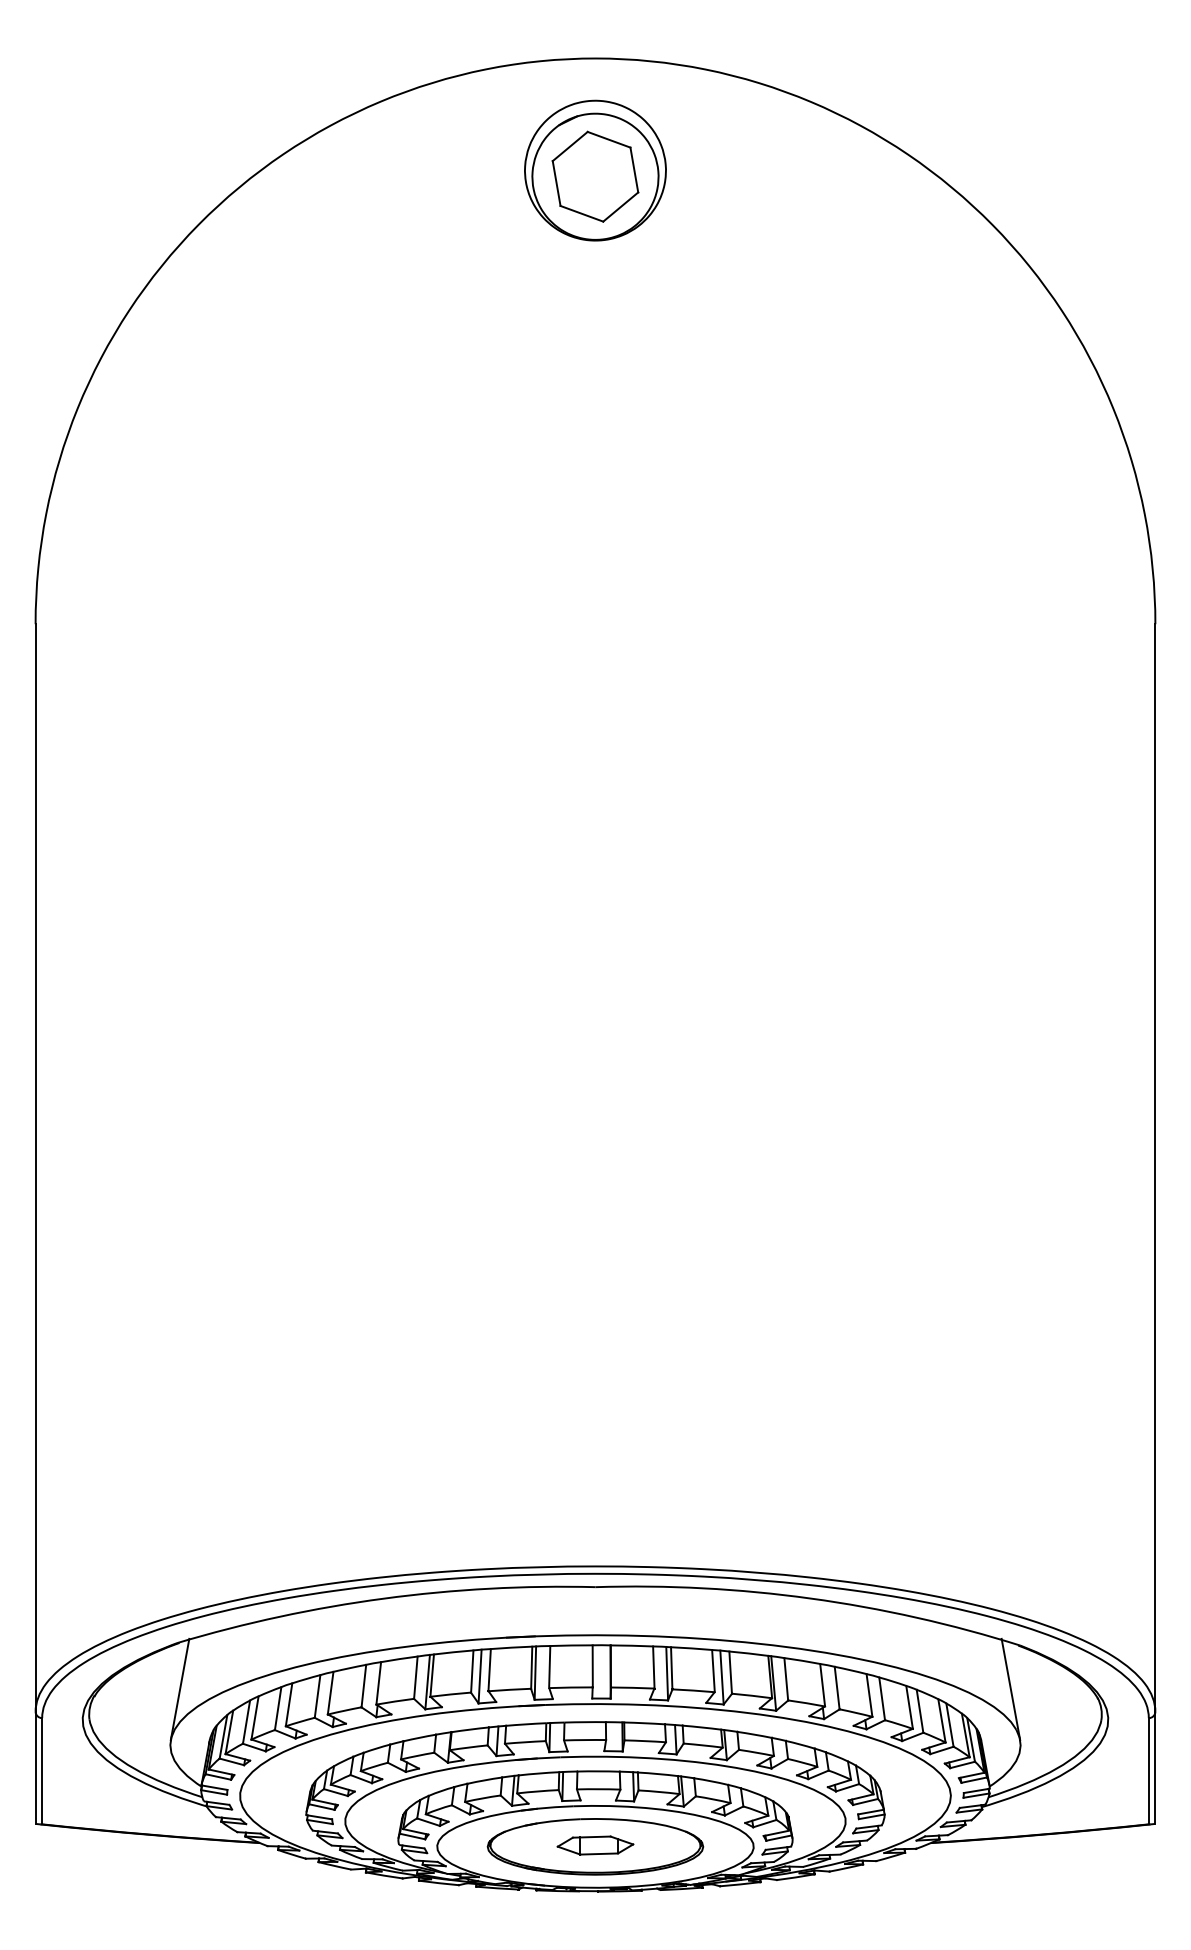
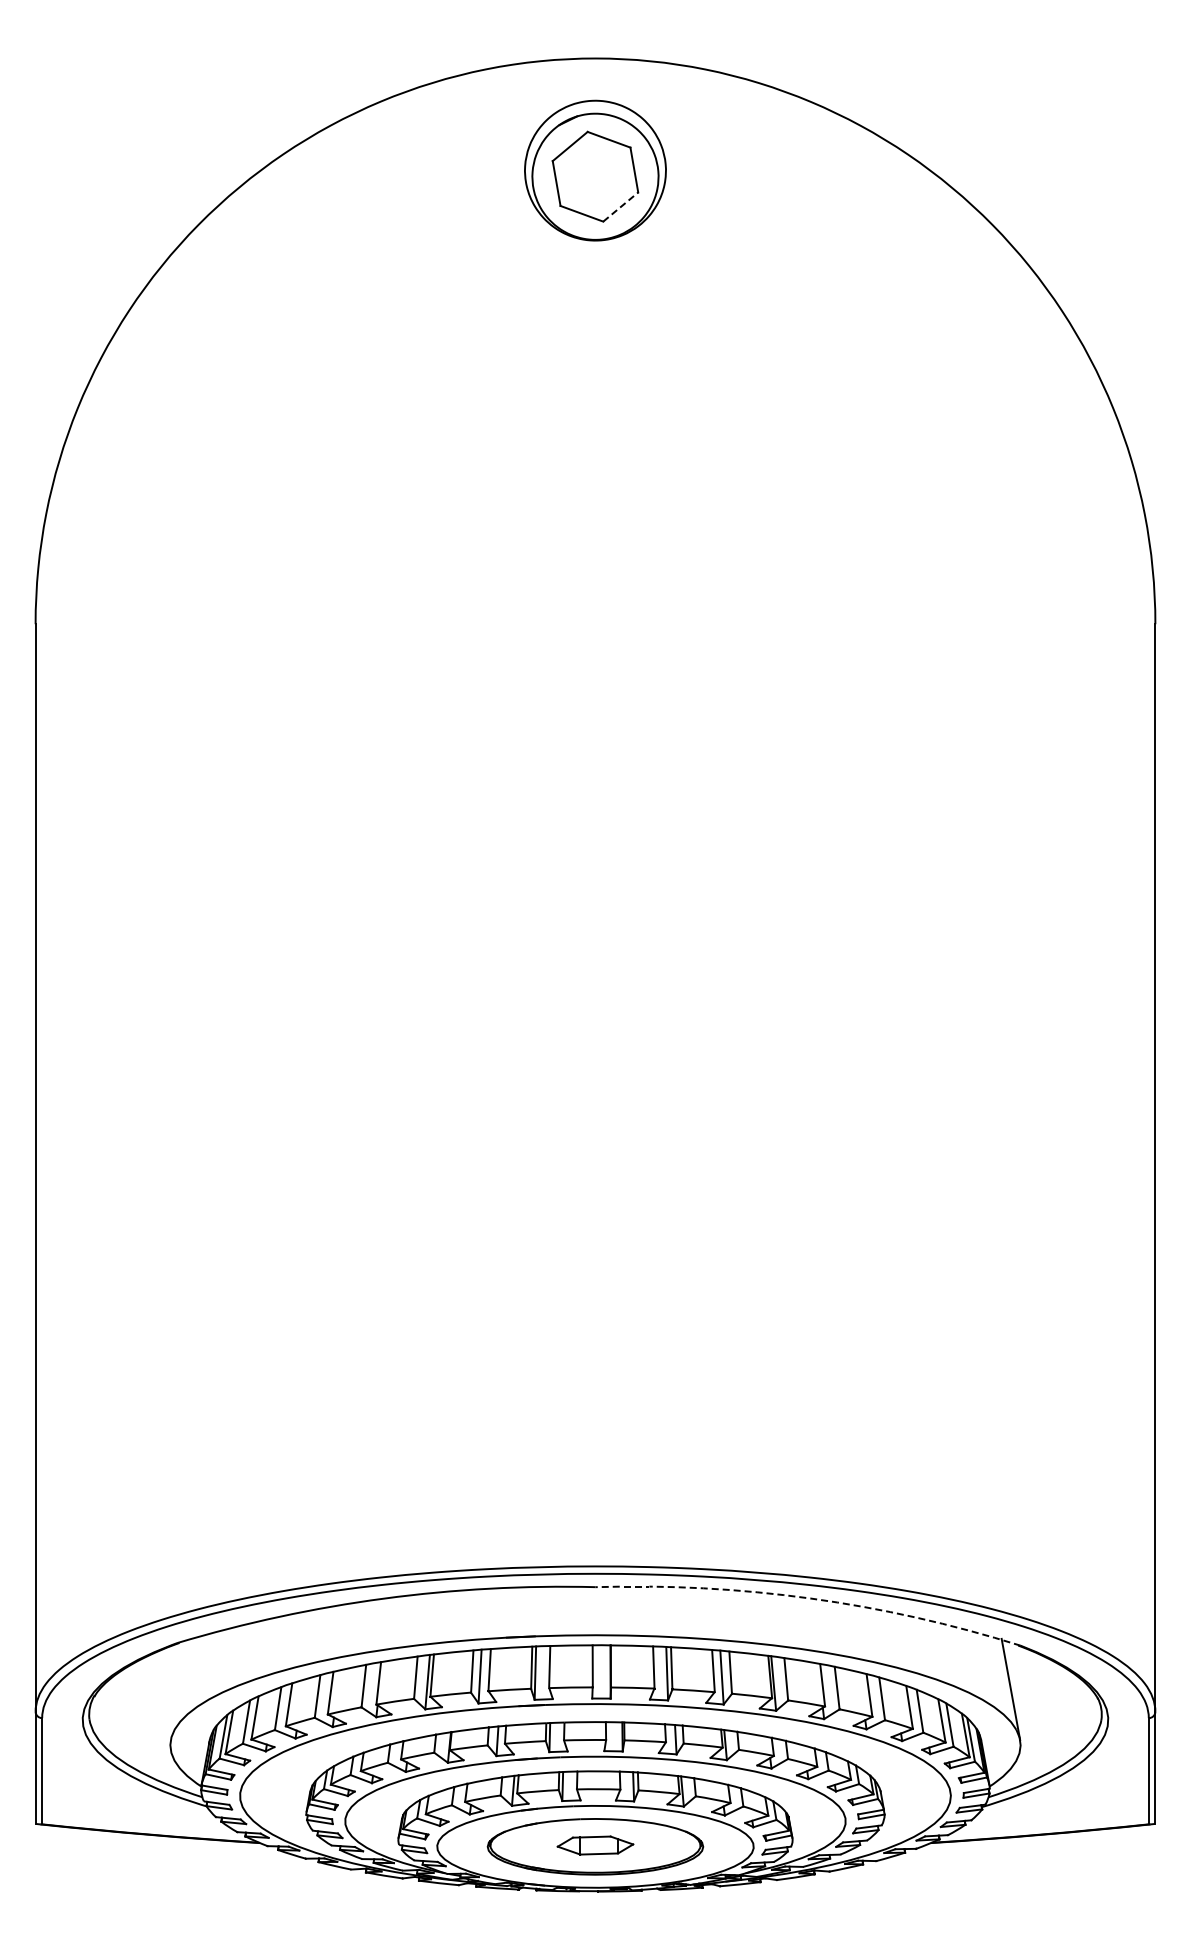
line at (620, 207): solid -> dashed
arc at (810, 1598): solid -> dashed
line at (179, 1689): present -> none
